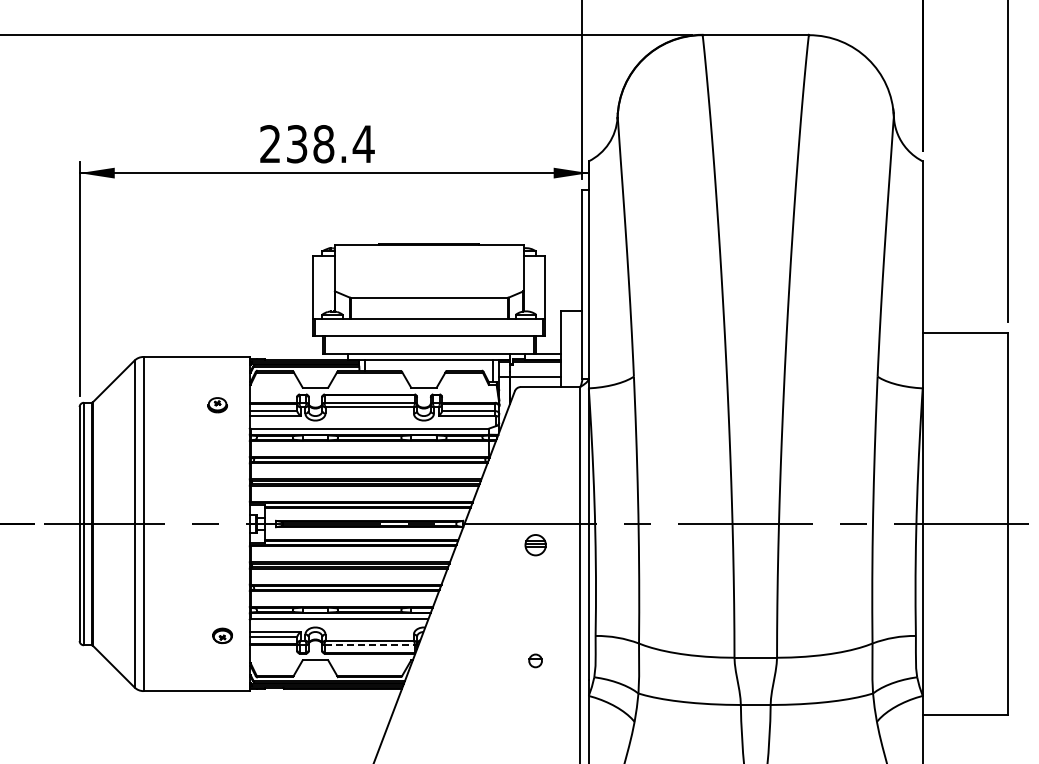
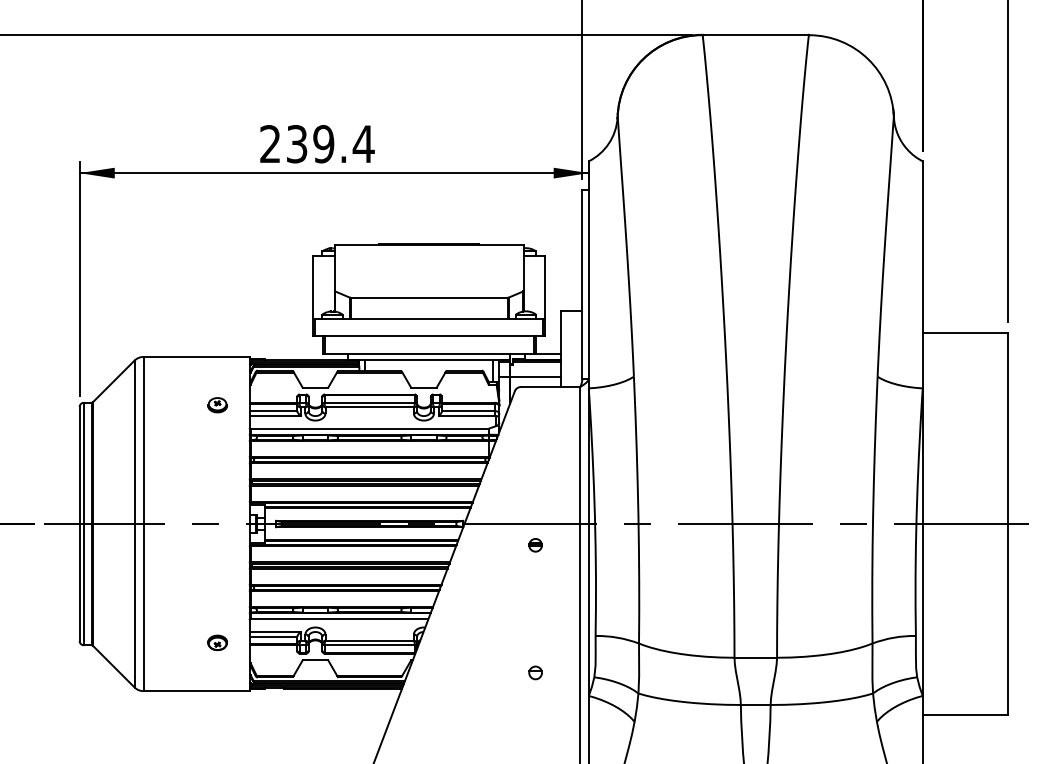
text at (323, 144): 238.4 -> 239.4
part at (535, 545) size: 23x23 px -> 15x15 px
part at (222, 635) position: (222, 635) -> (217, 642)
line at (370, 645): dashed -> solid
part at (535, 660) position: (535, 660) -> (535, 672)
